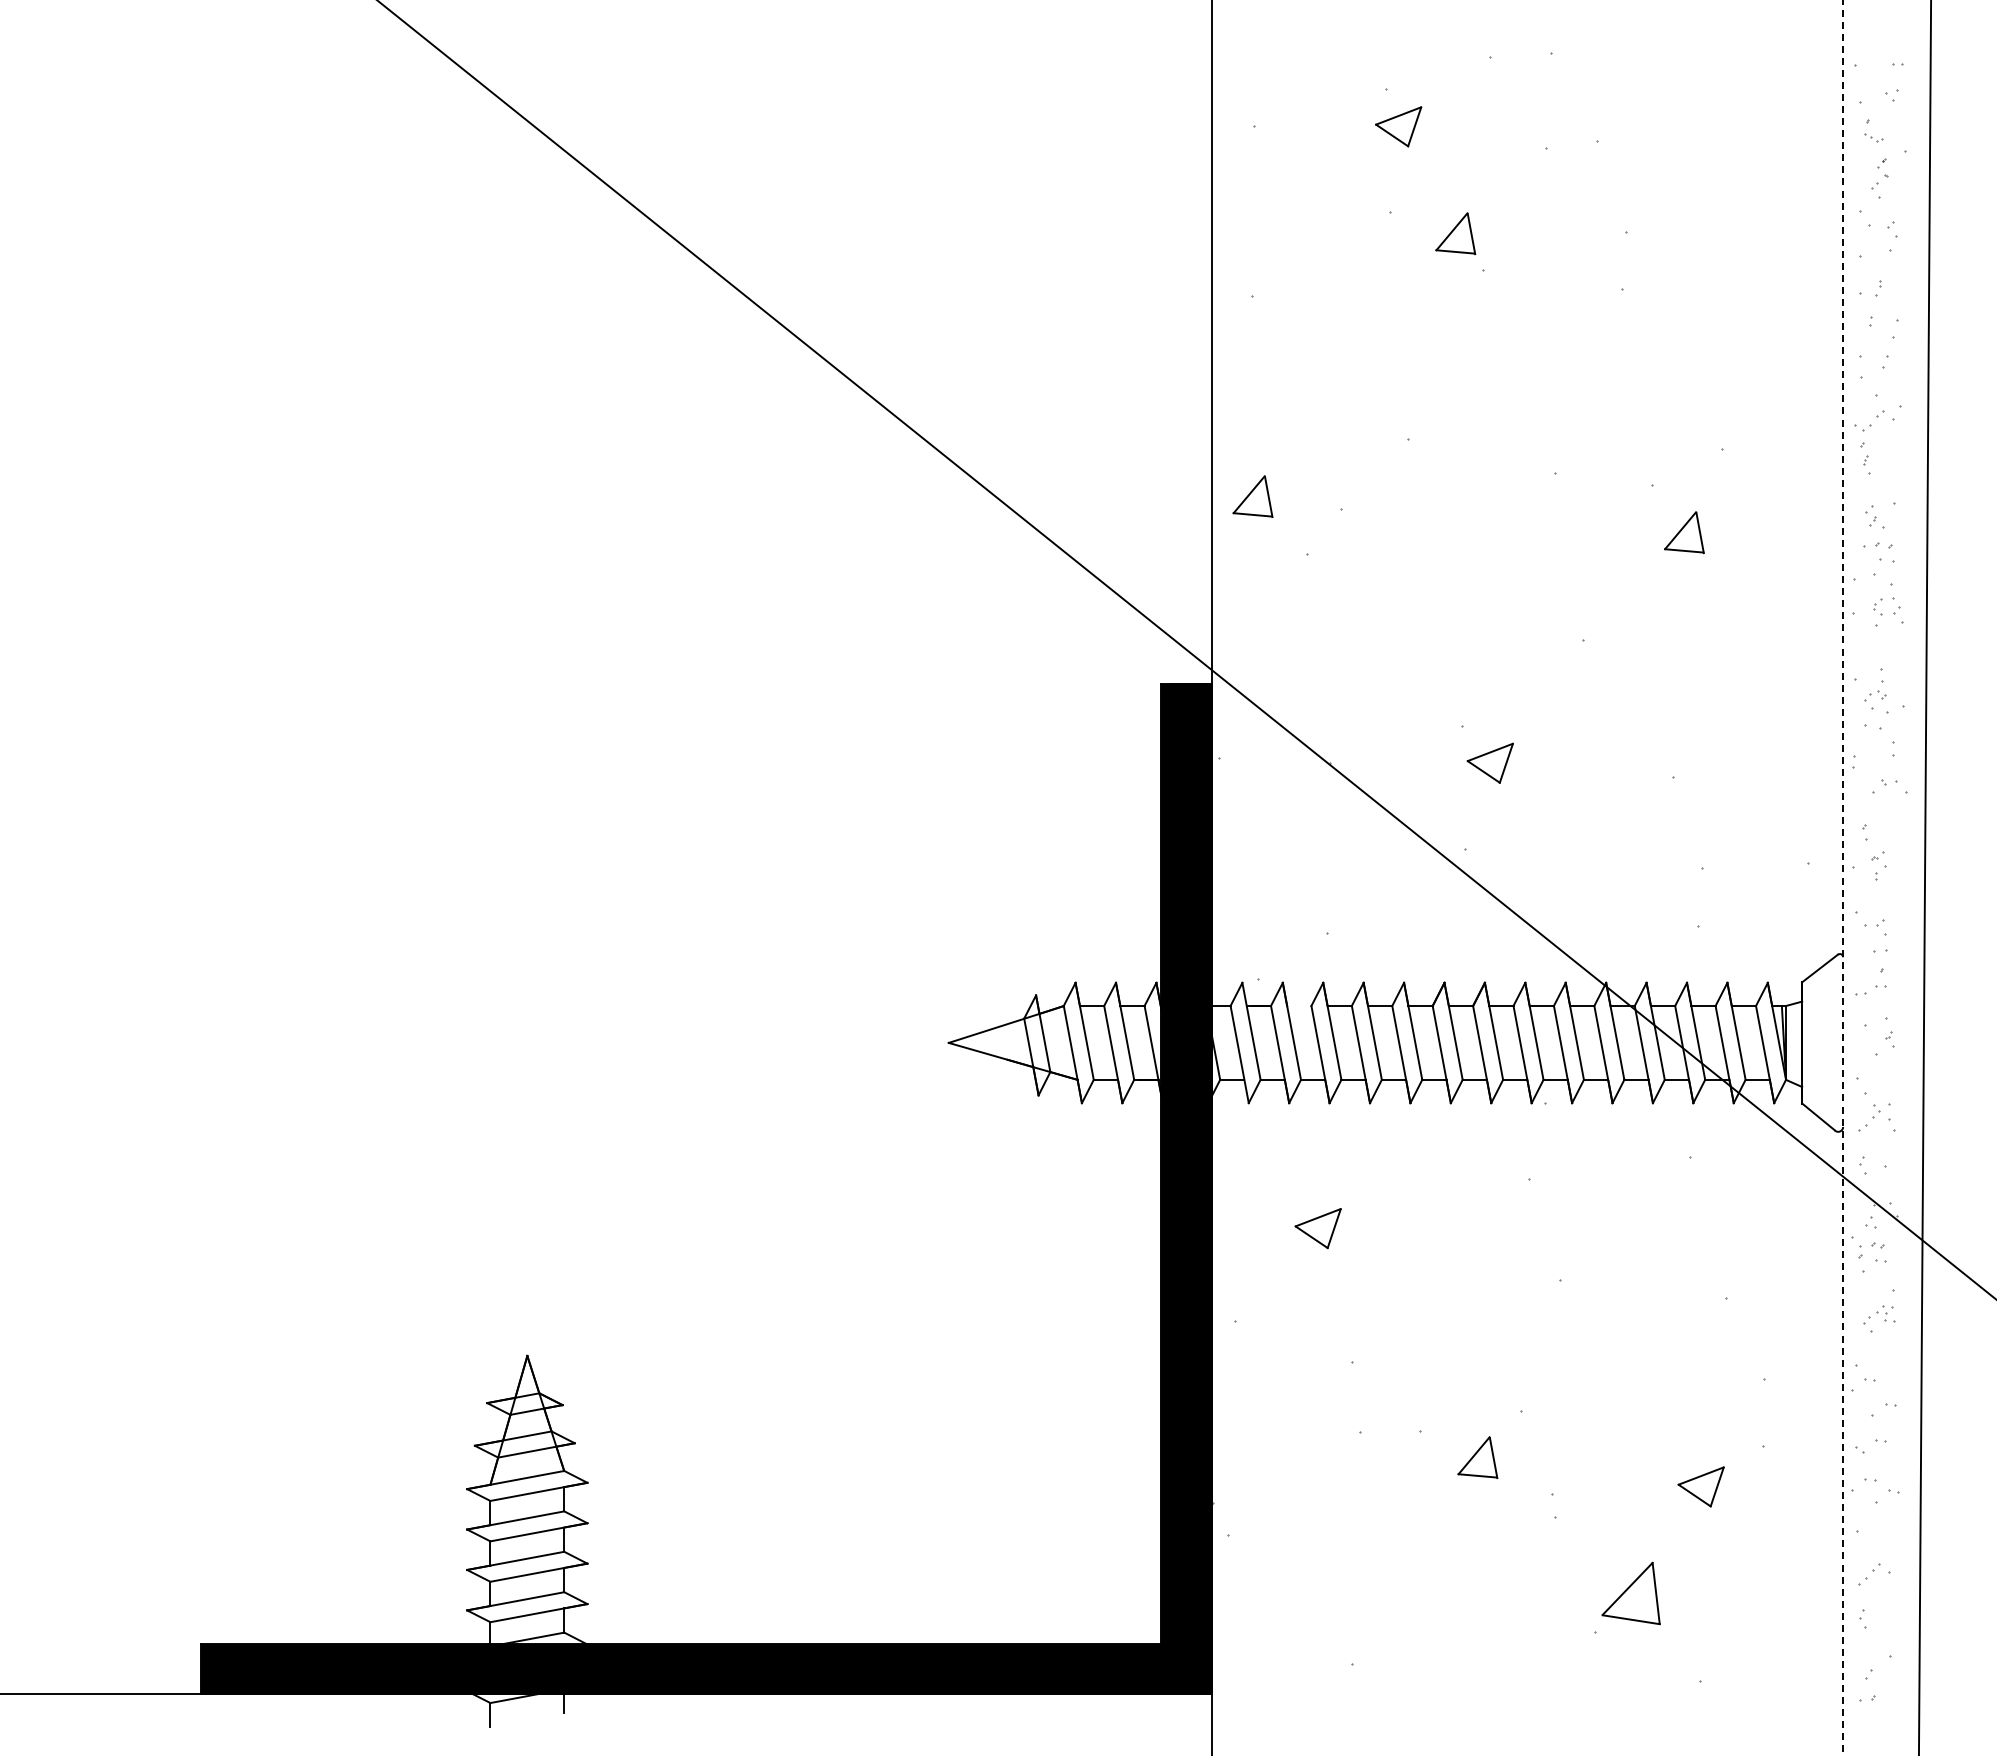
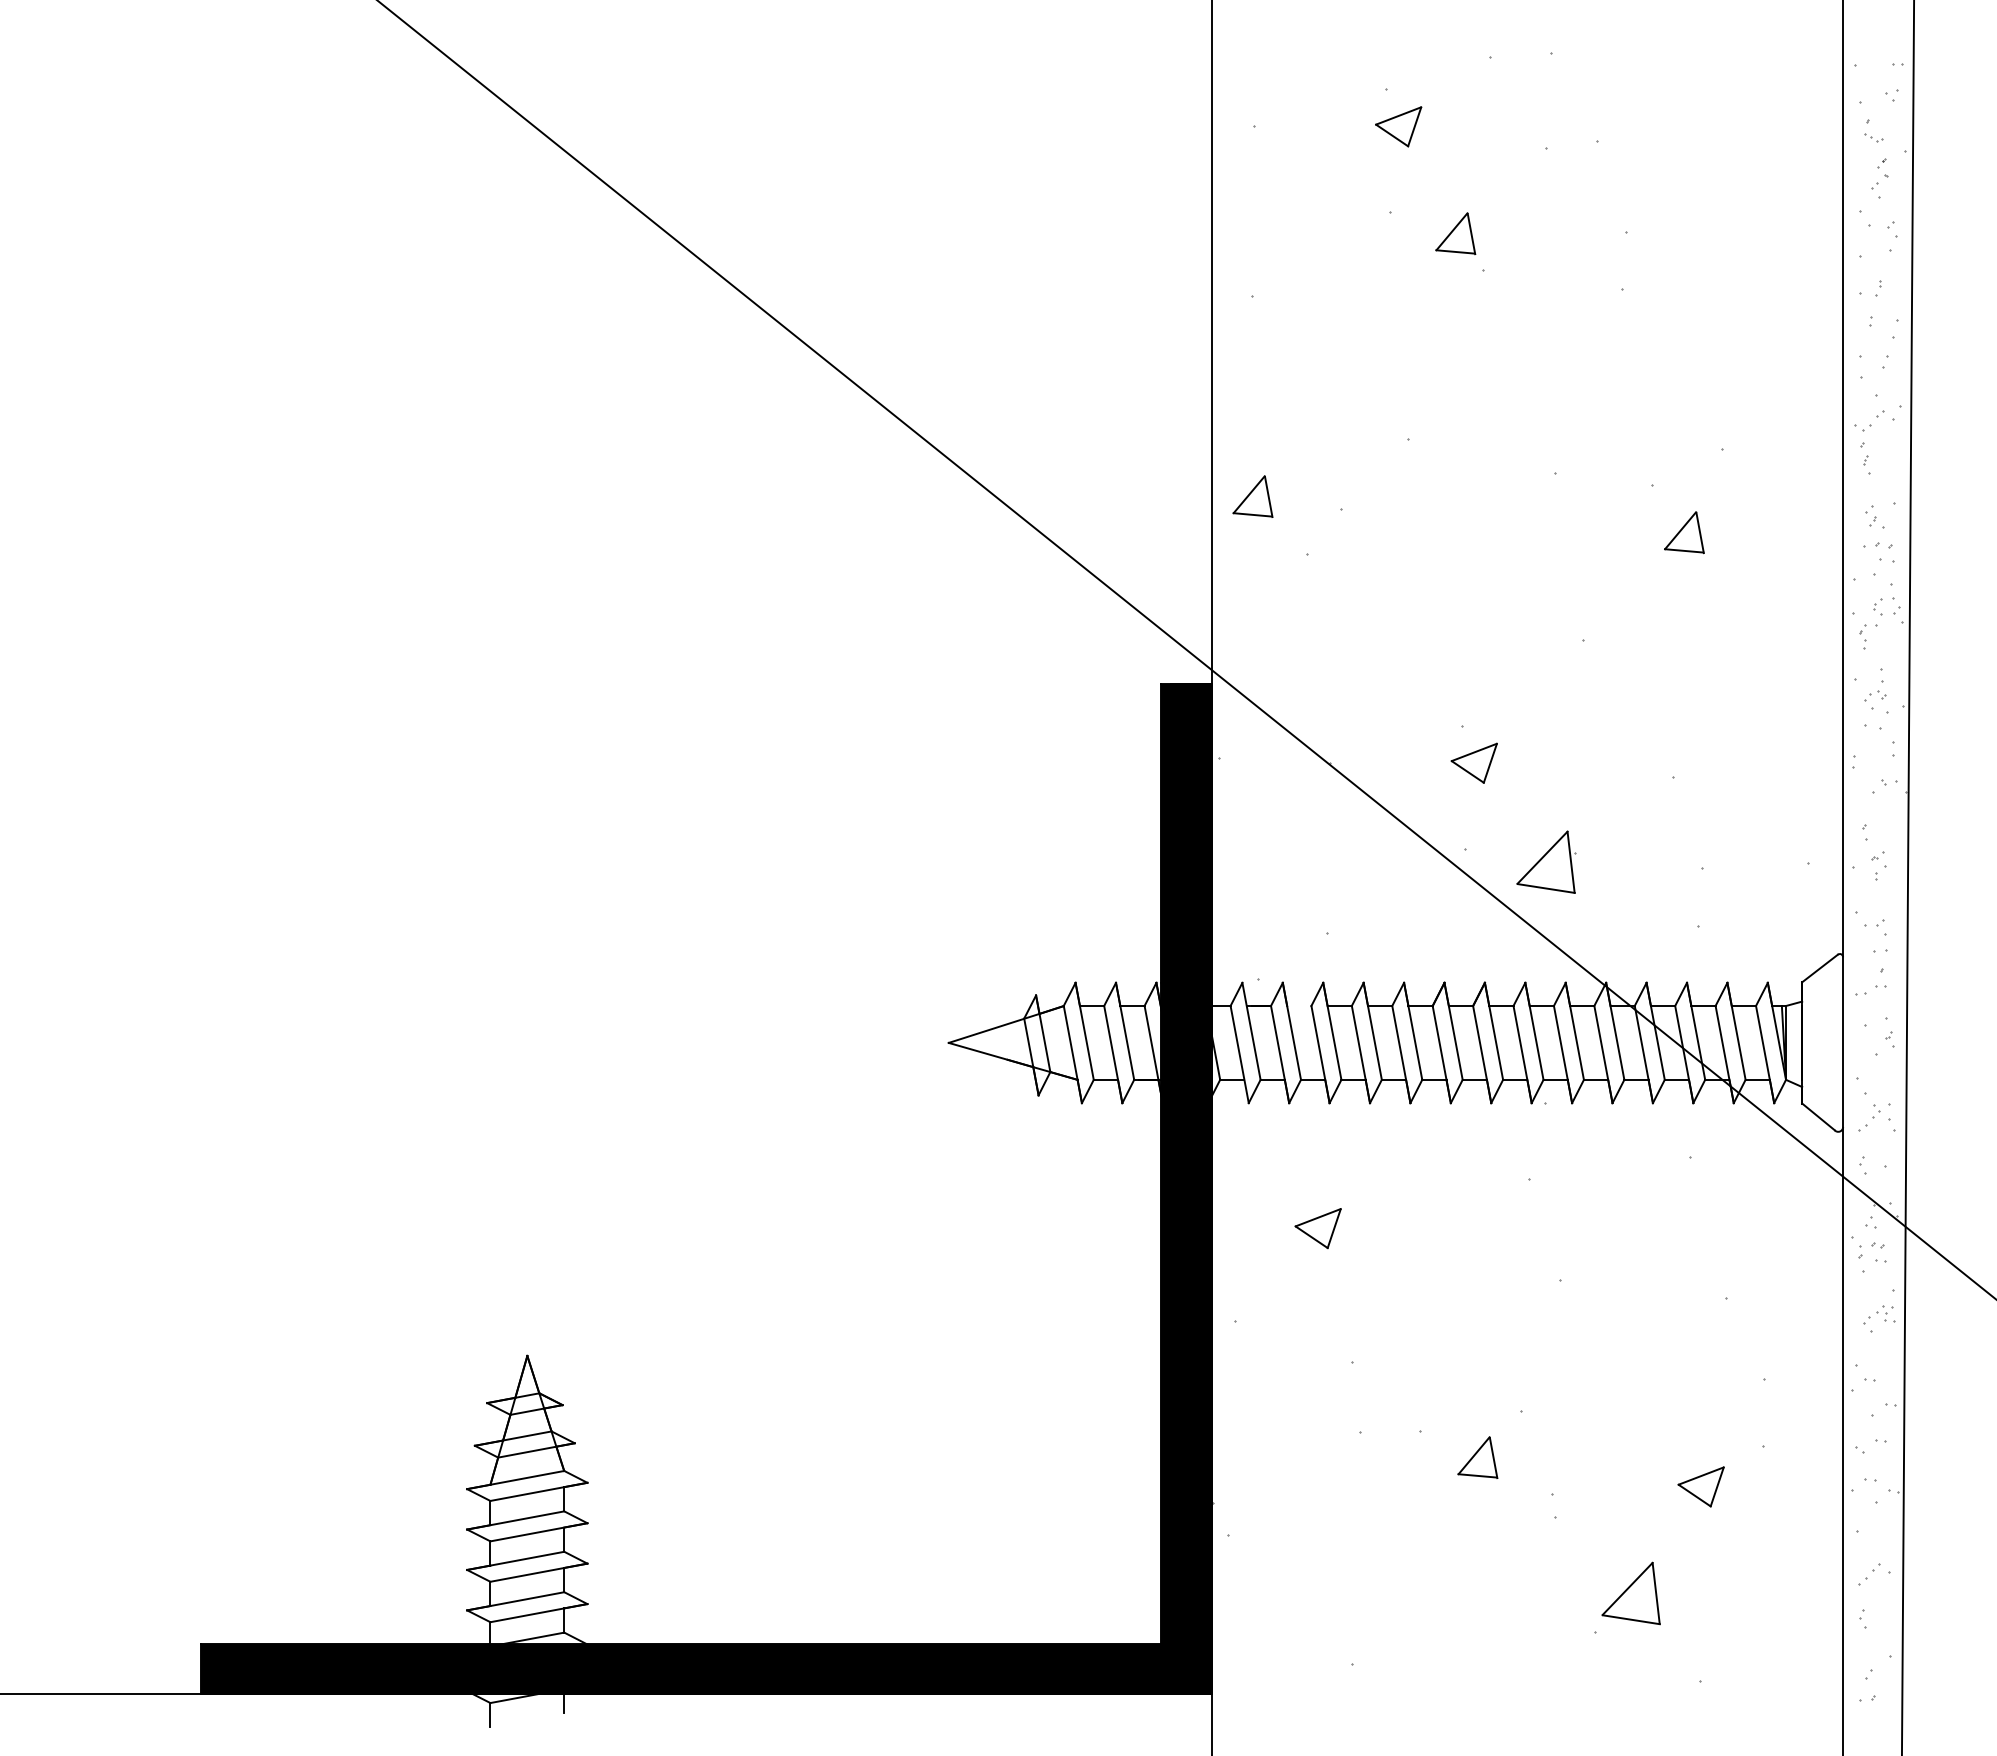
part at (1862, 636): none -> present
part at (1489, 762) position: (1489, 762) -> (1473, 762)
part at (1546, 861): none -> present
line at (1843, 877): dashed -> solid
line at (1924, 877) position: (1924, 877) -> (1907, 877)
